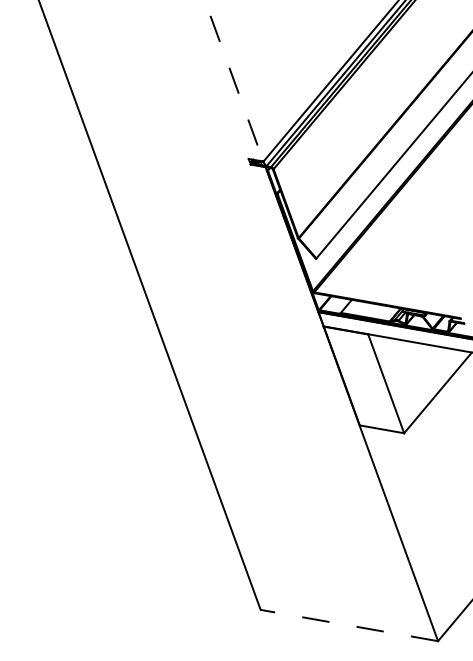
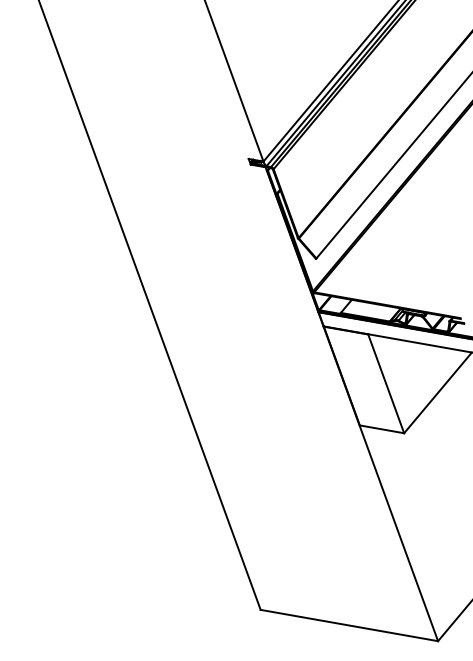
line at (234, 81): dashed -> solid
line at (348, 625): dashed -> solid
